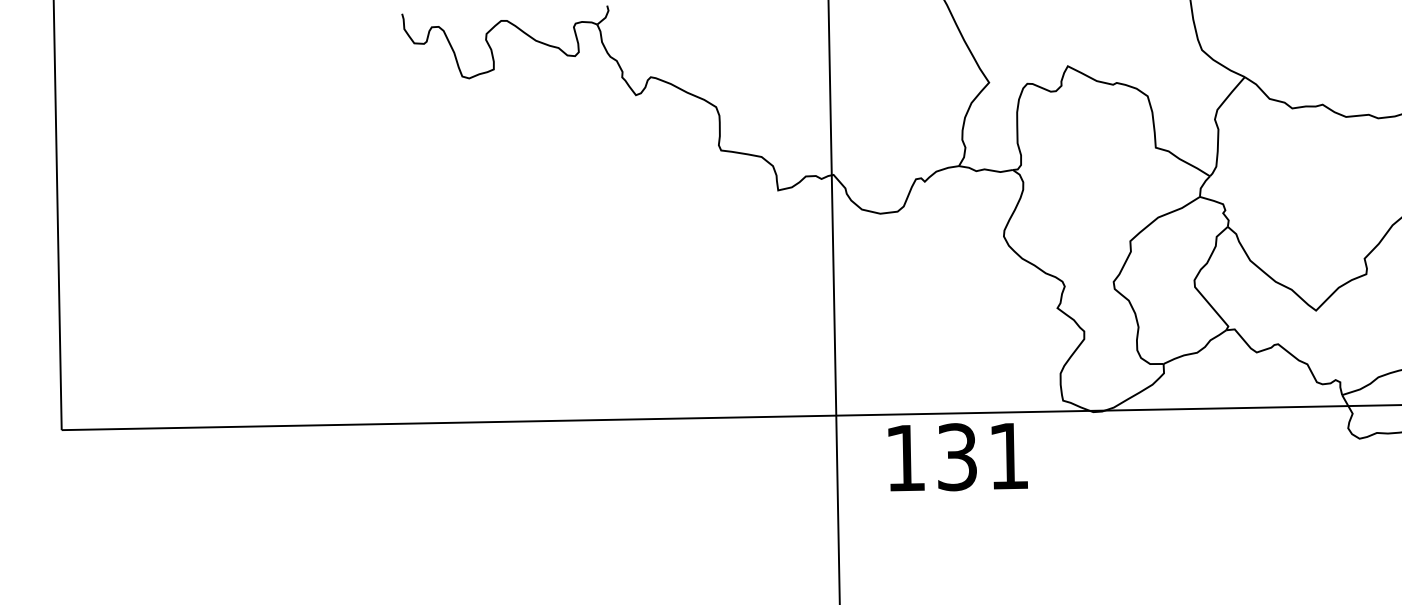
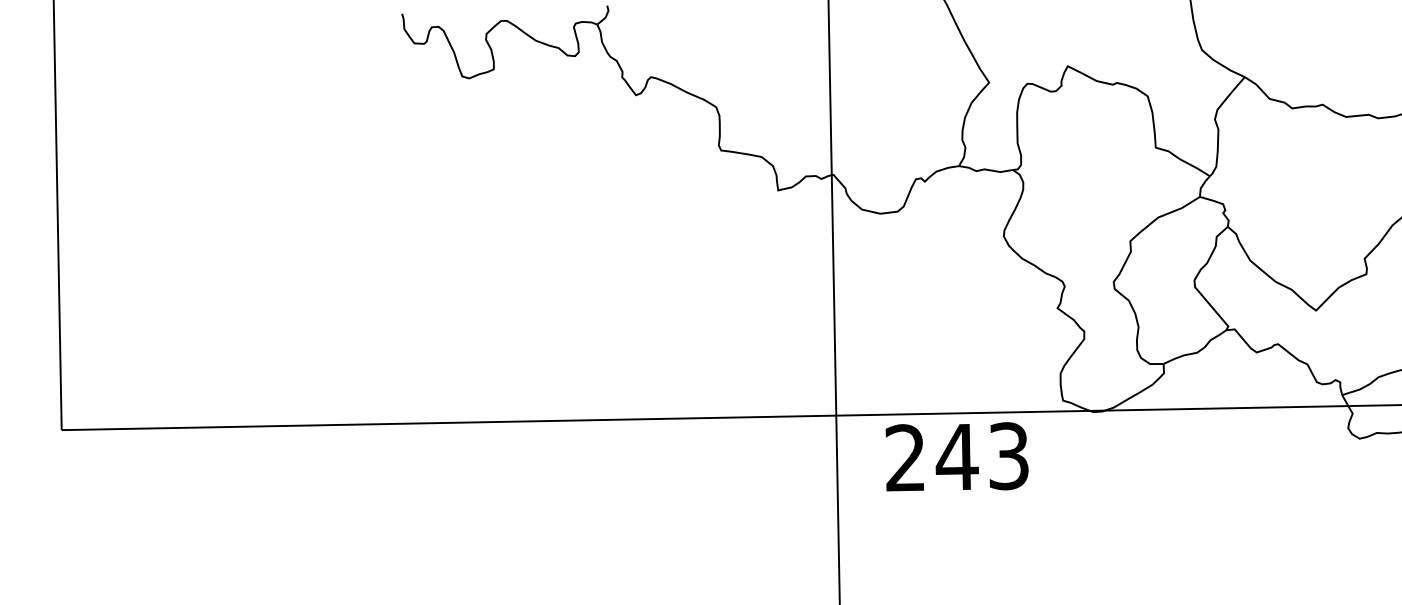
text at (956, 456): 131 -> 243
